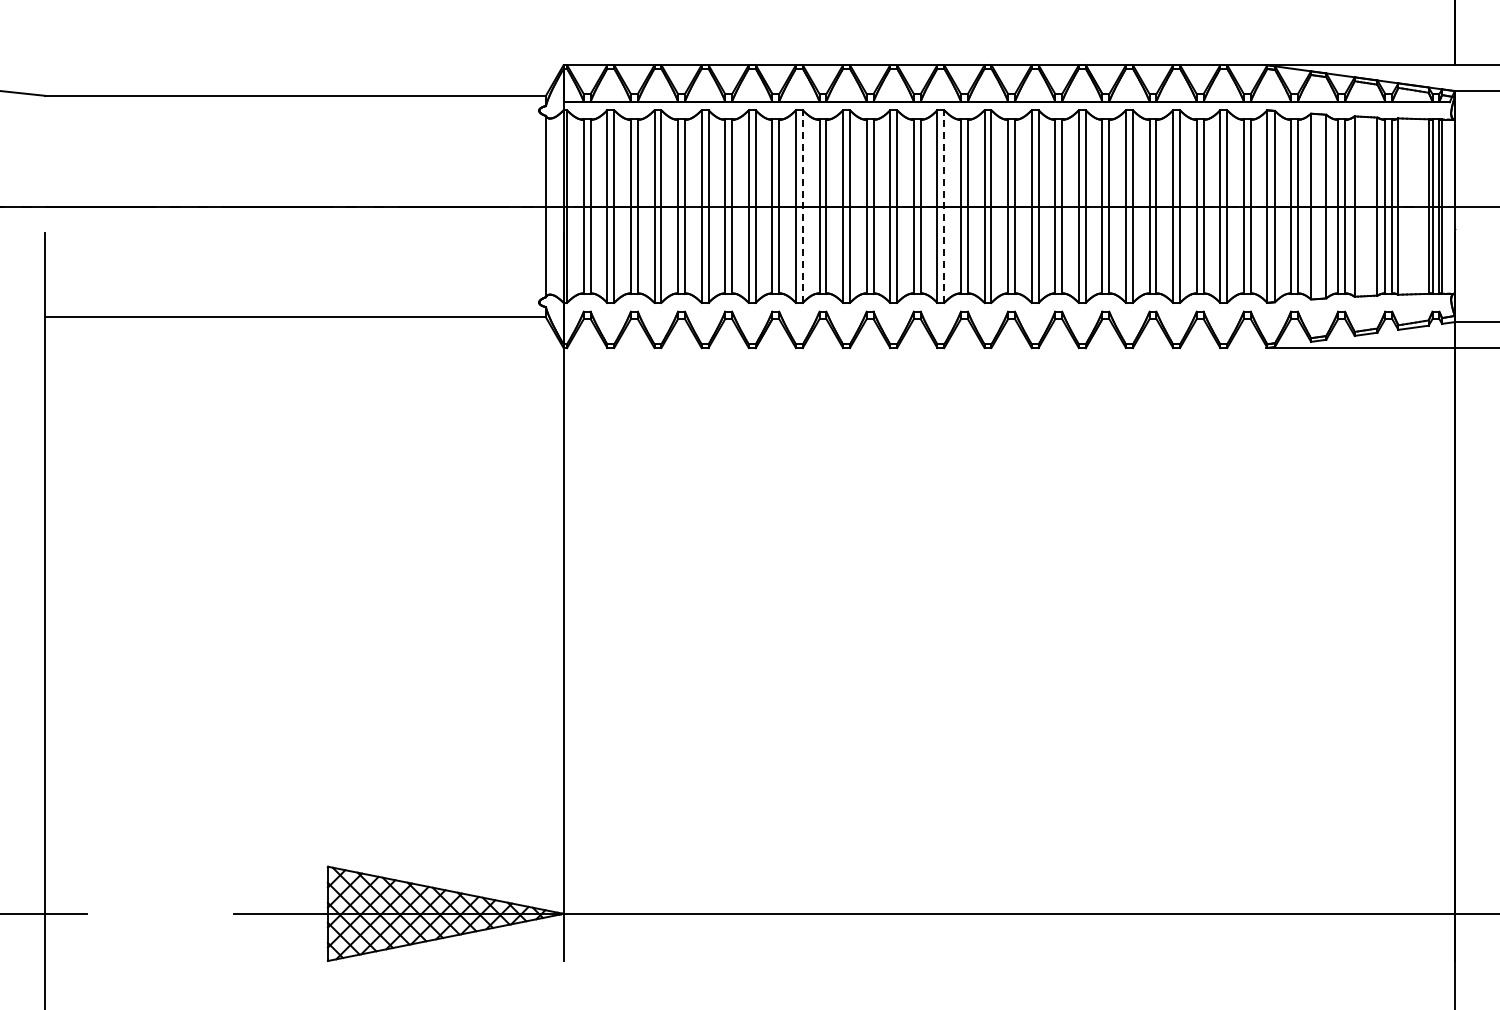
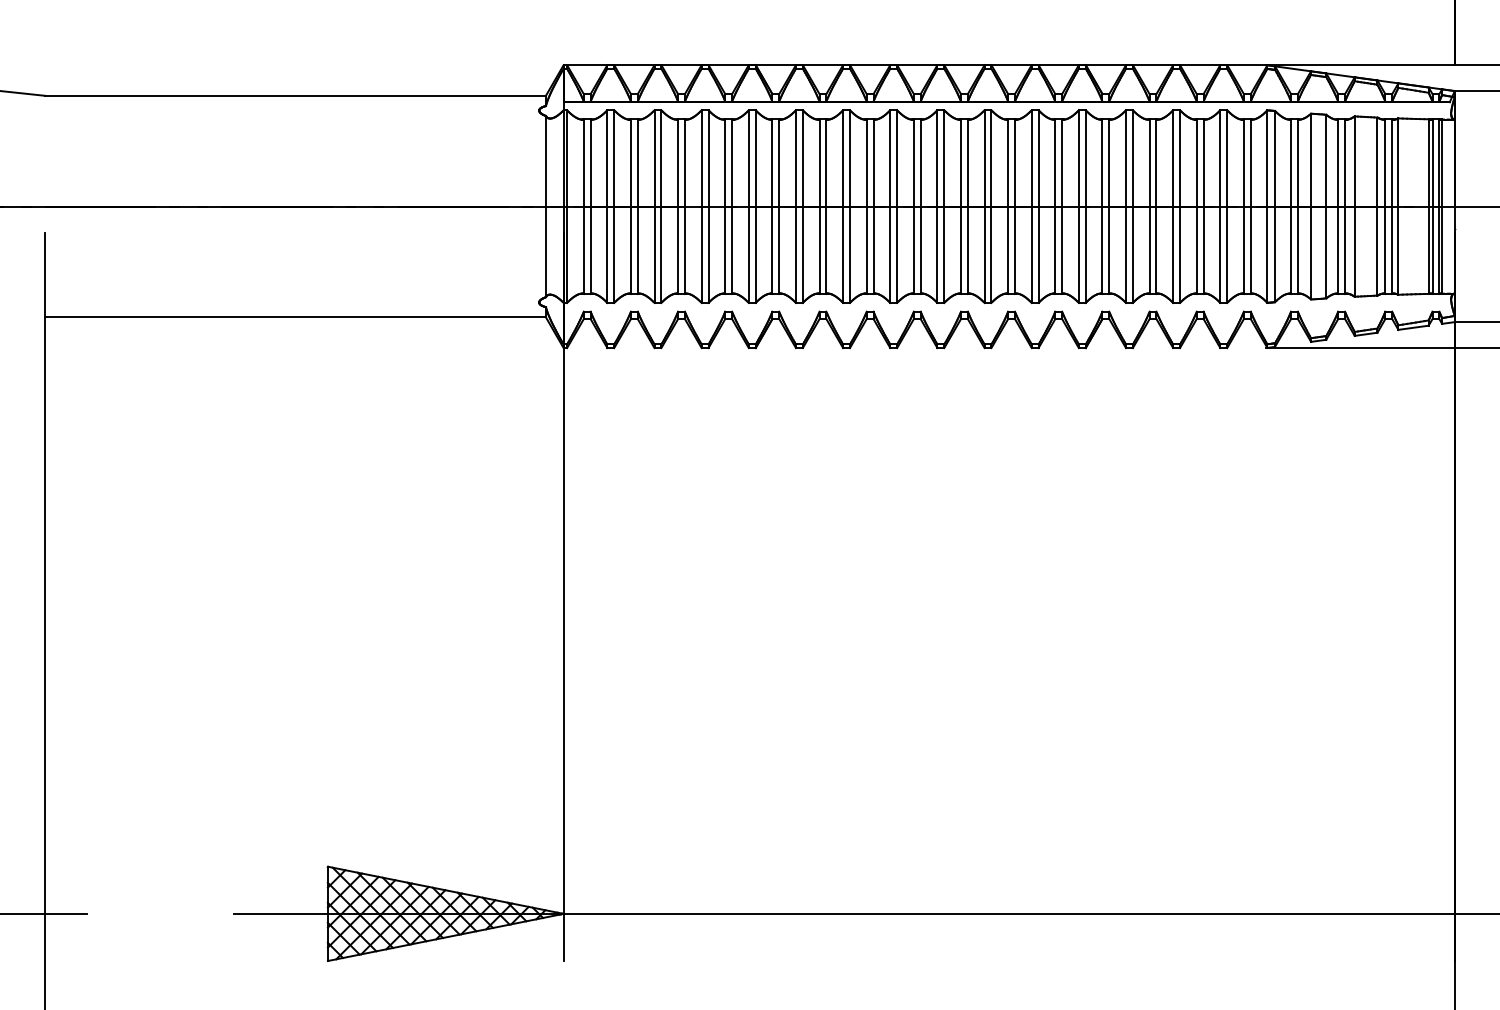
line at (802, 206): dashed -> solid
line at (944, 206): dashed -> solid
